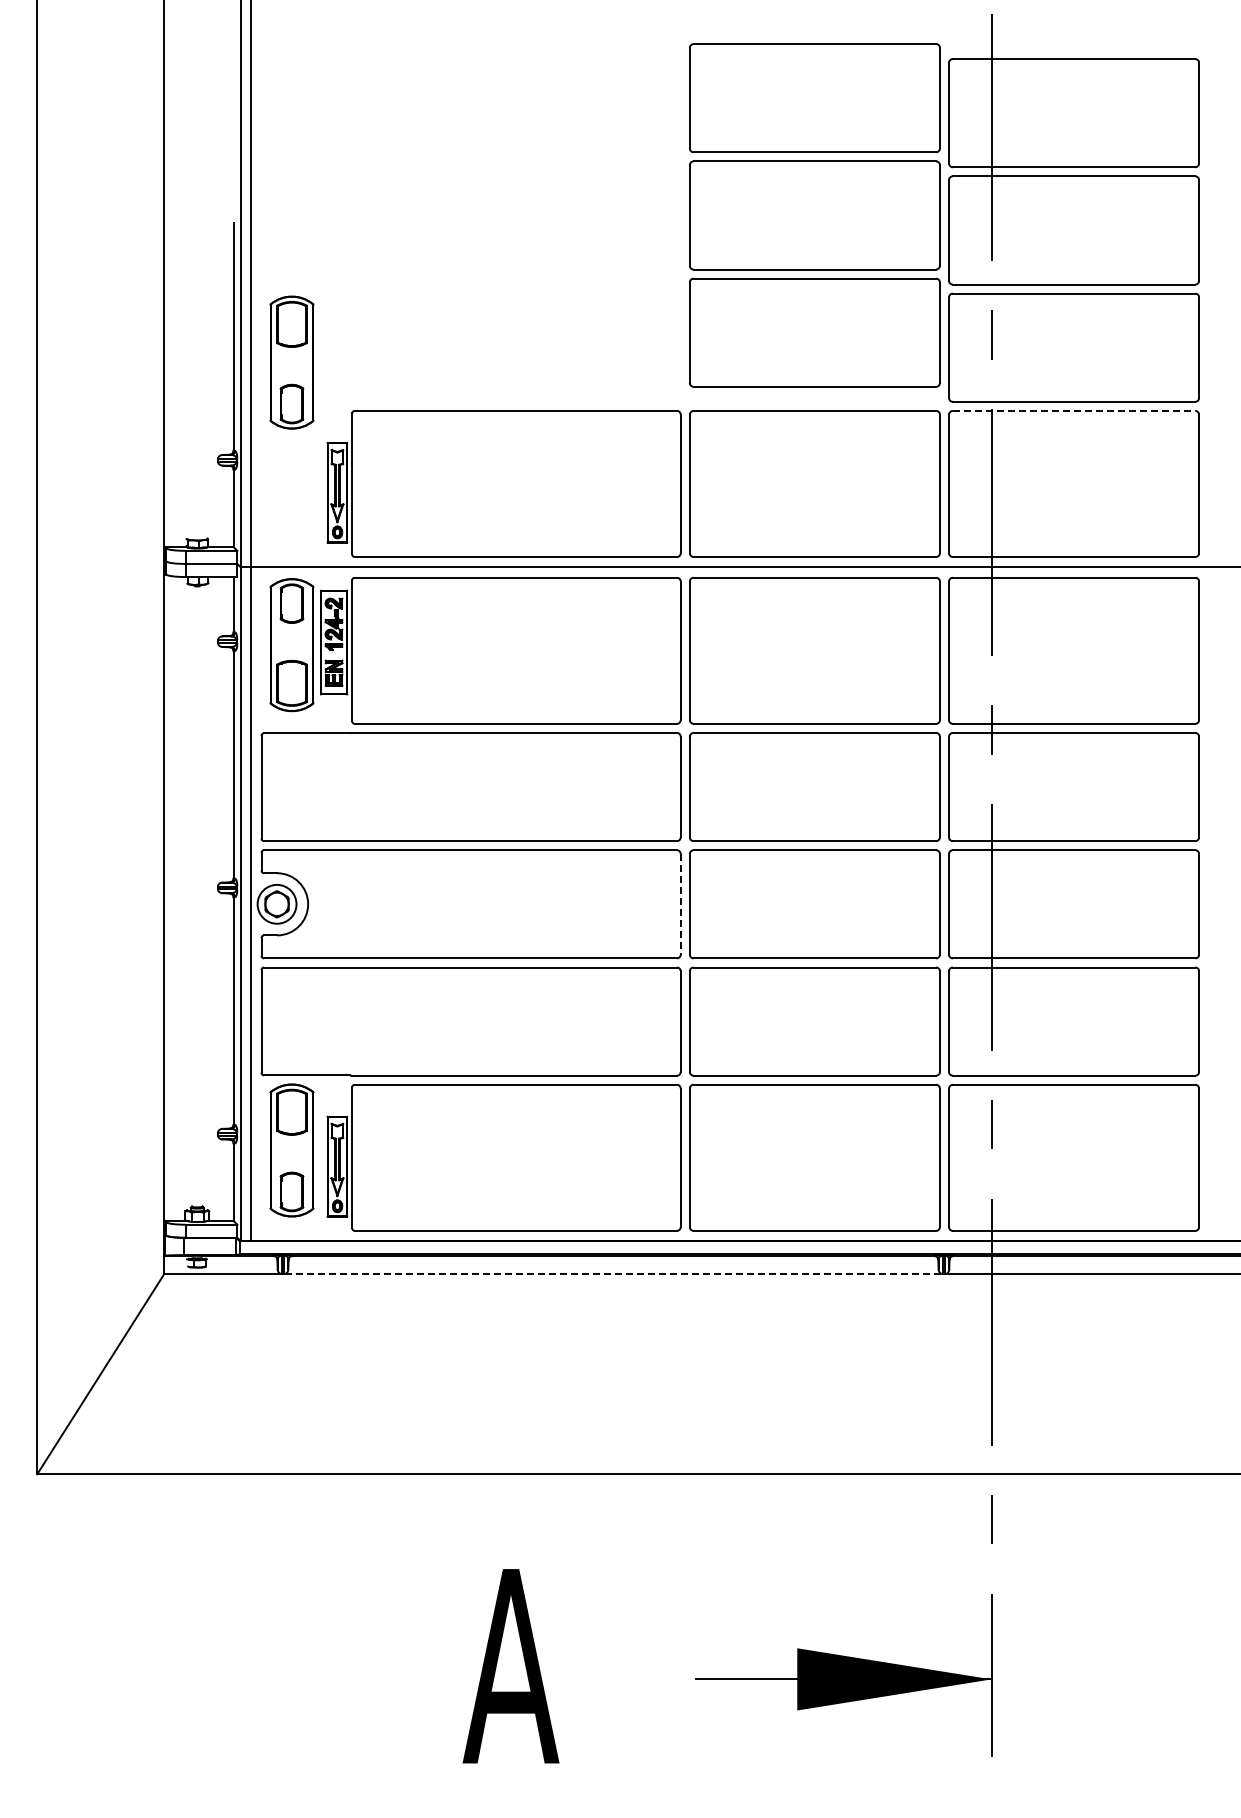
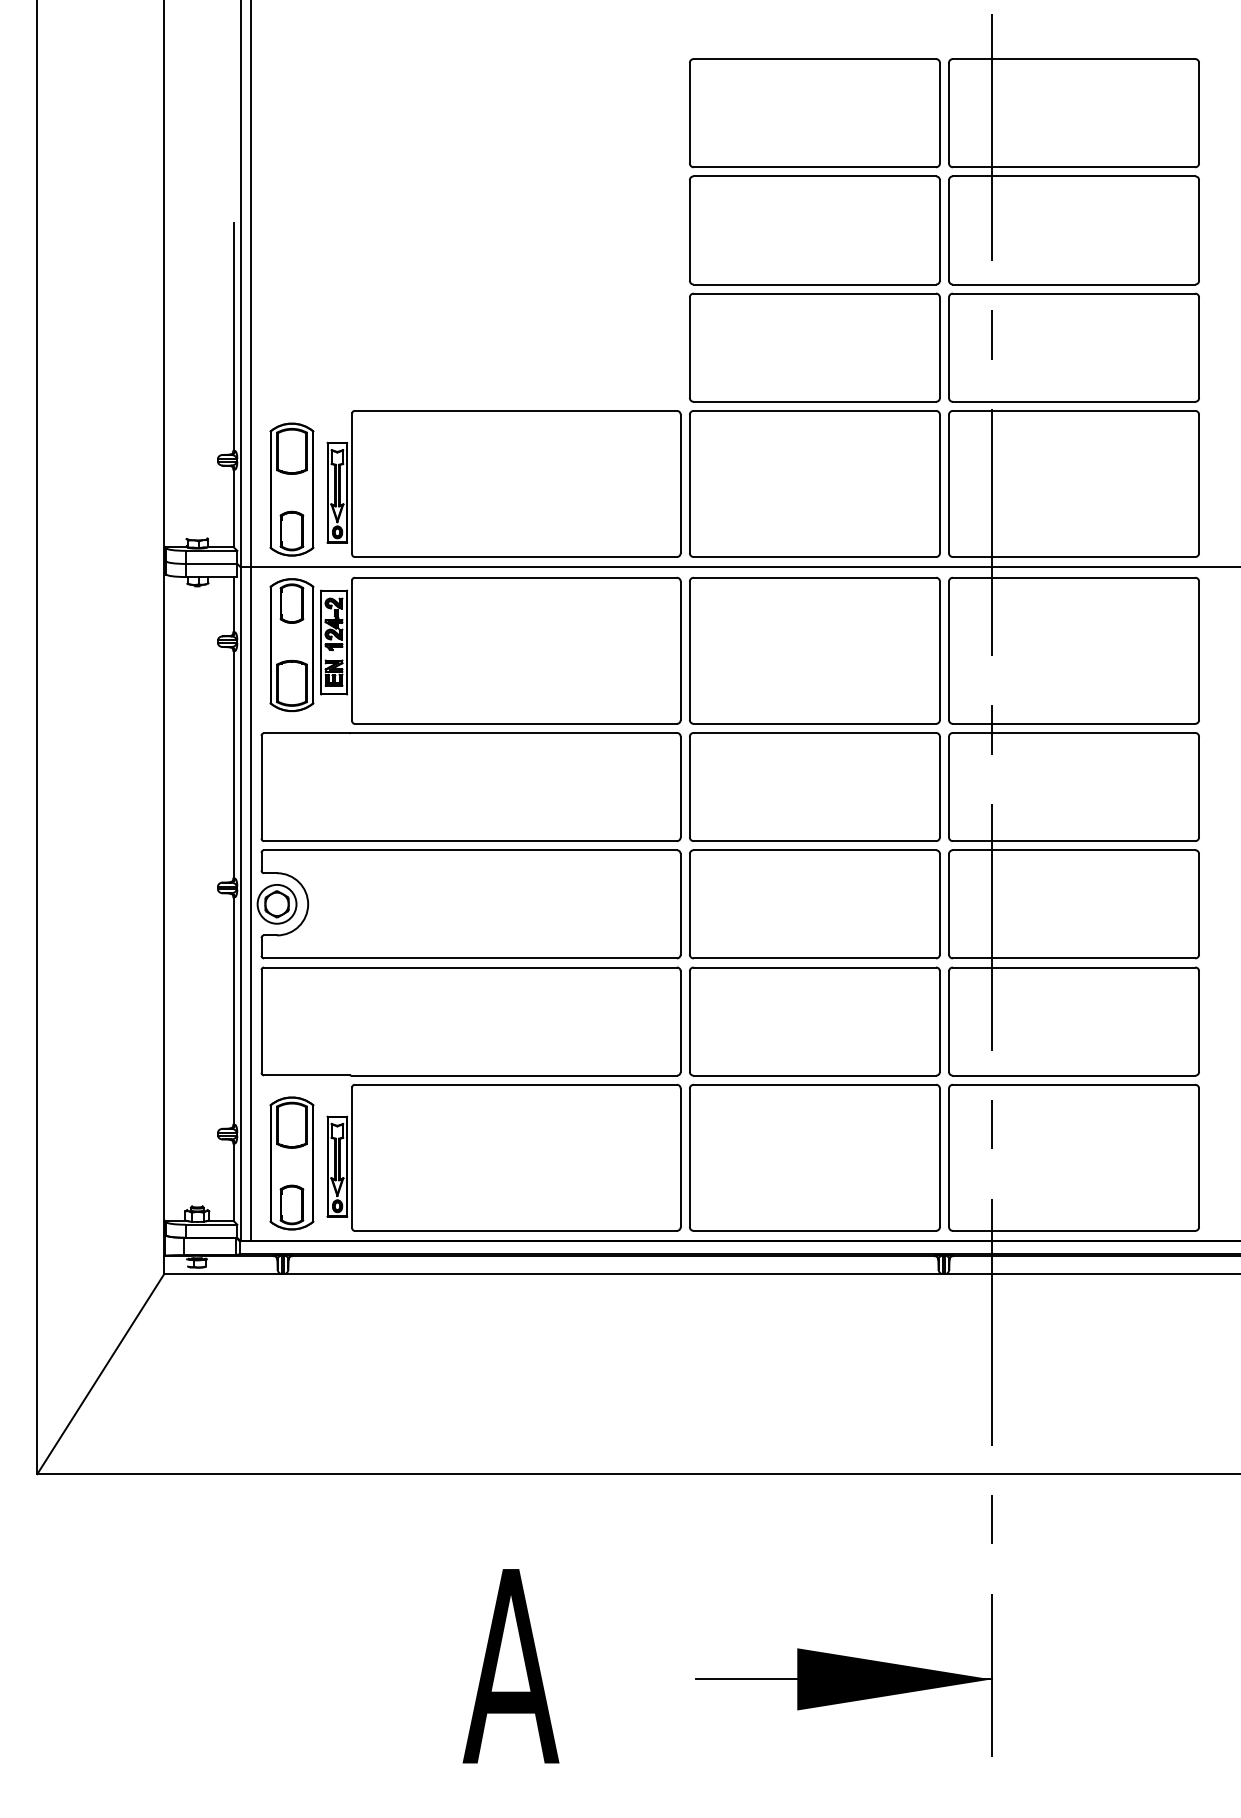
part at (814, 215) position: (814, 215) -> (814, 230)
part at (291, 362) position: (291, 362) -> (291, 489)
line at (1074, 410): dashed -> solid
line at (680, 904): dashed -> solid
part at (291, 1150) position: (291, 1150) -> (291, 1163)
line at (613, 1273): dashed -> solid
